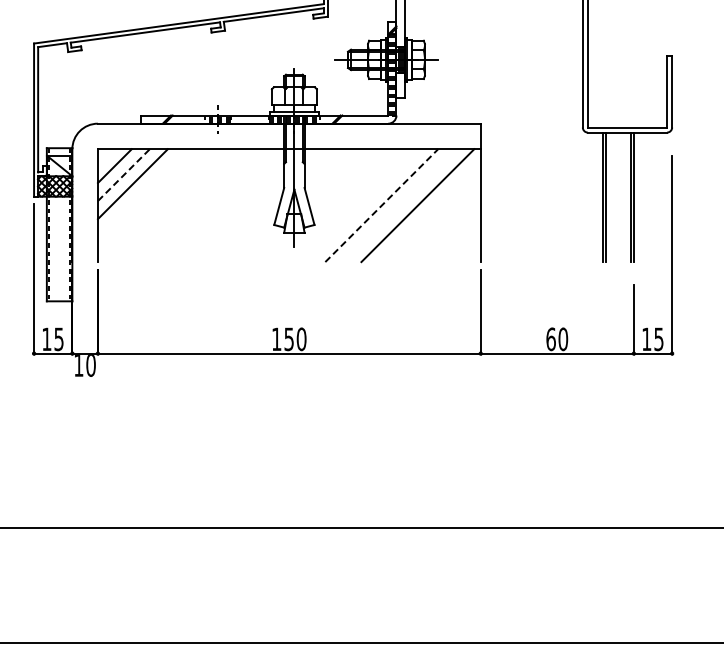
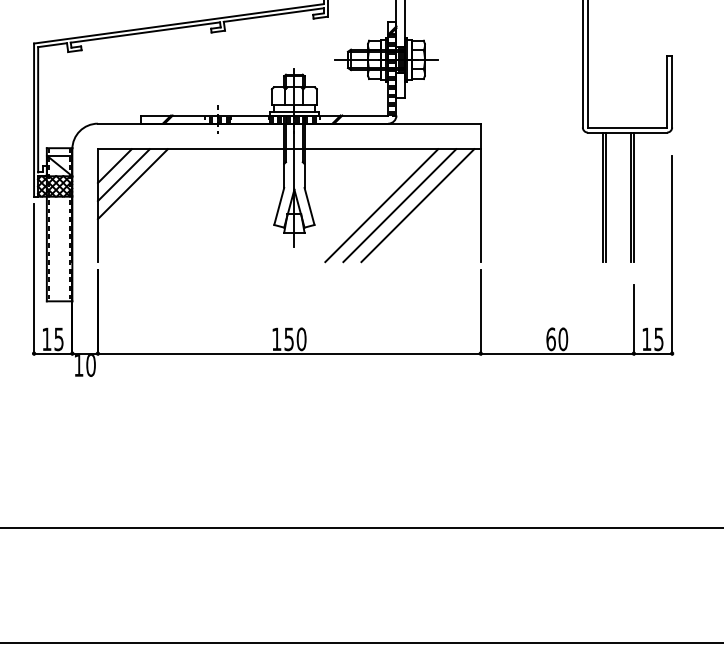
line at (123, 175): dashed -> solid
line at (381, 205): dashed -> solid
line at (399, 205): none -> present
